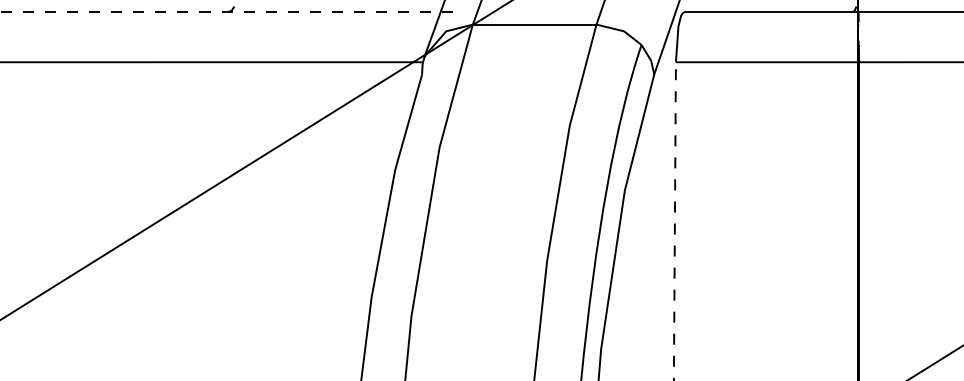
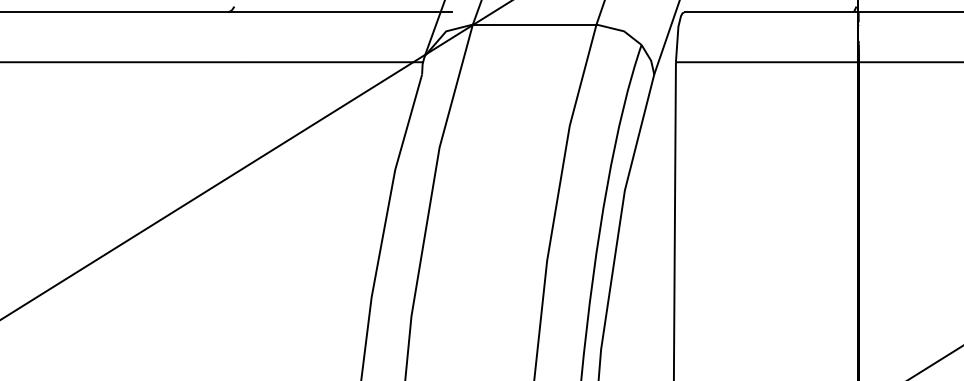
line at (225, 12): dashed -> solid
line at (674, 221): dashed -> solid
